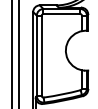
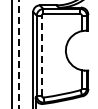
line at (18, 54): solid -> dashed
line at (41, 55): solid -> dashed
